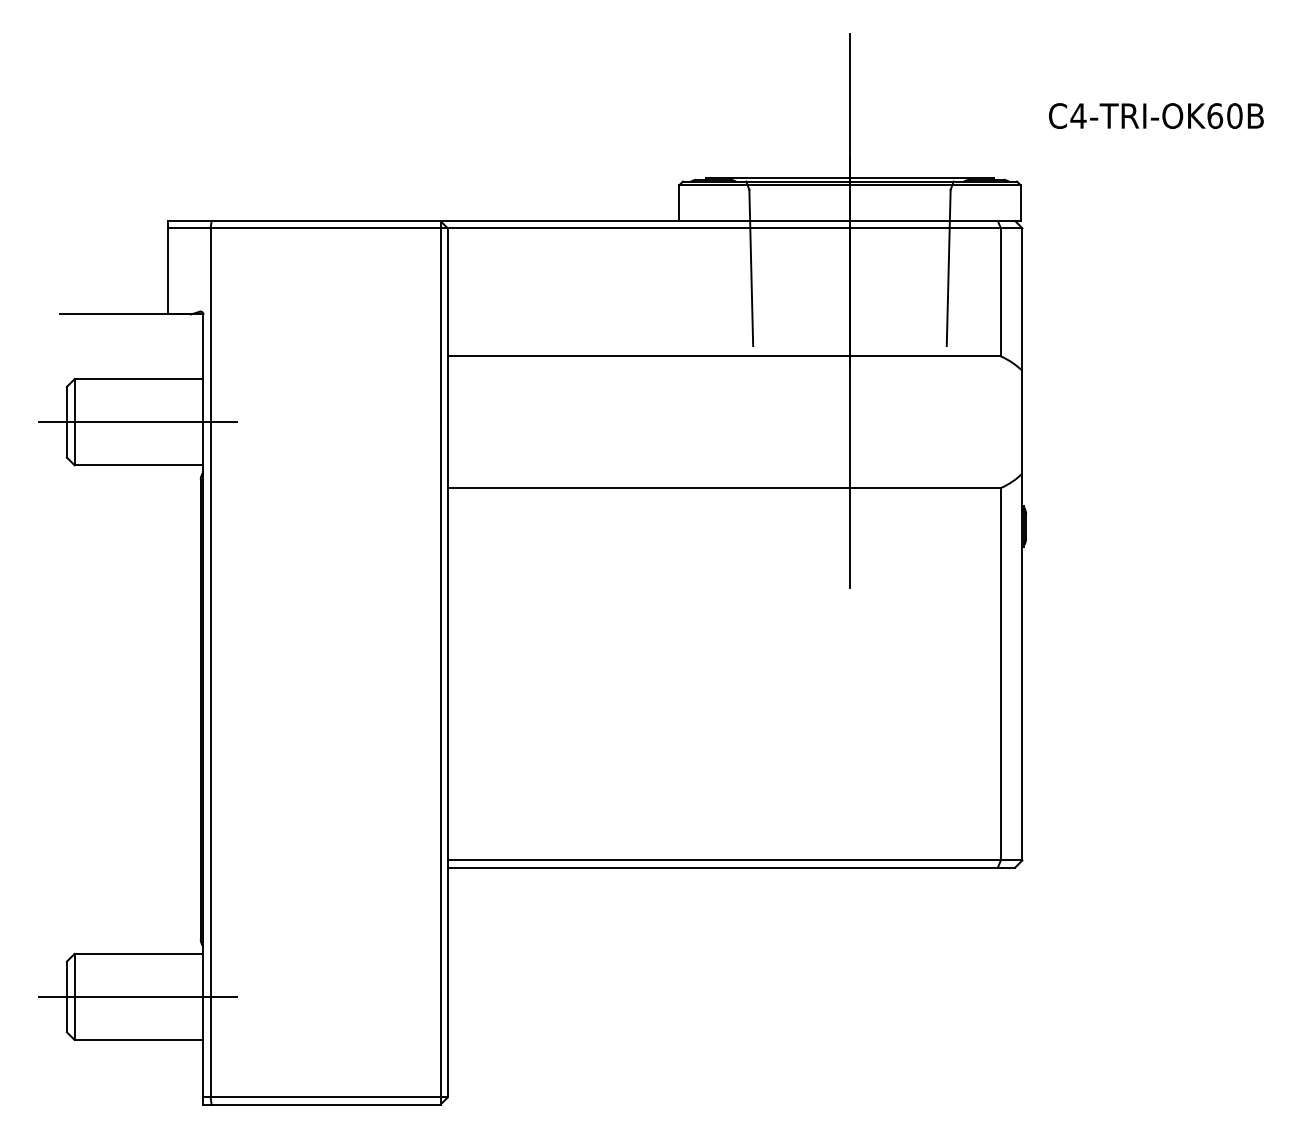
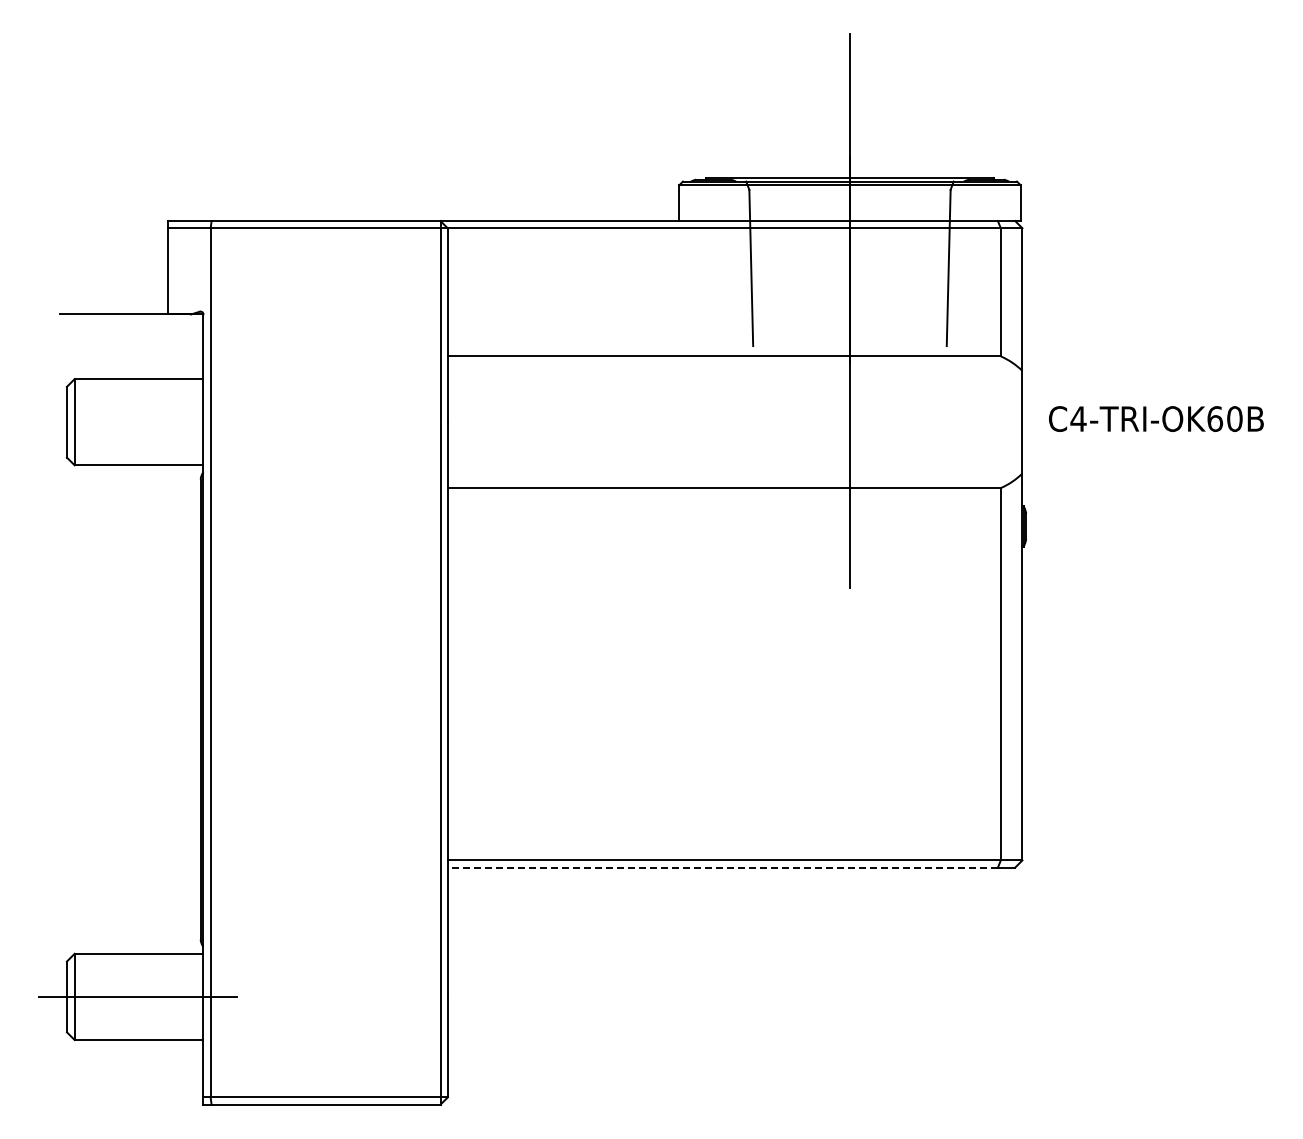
text at (1156, 115) position: (1156, 115) -> (1156, 418)
line at (138, 422): present -> none
line at (722, 867): solid -> dashed
